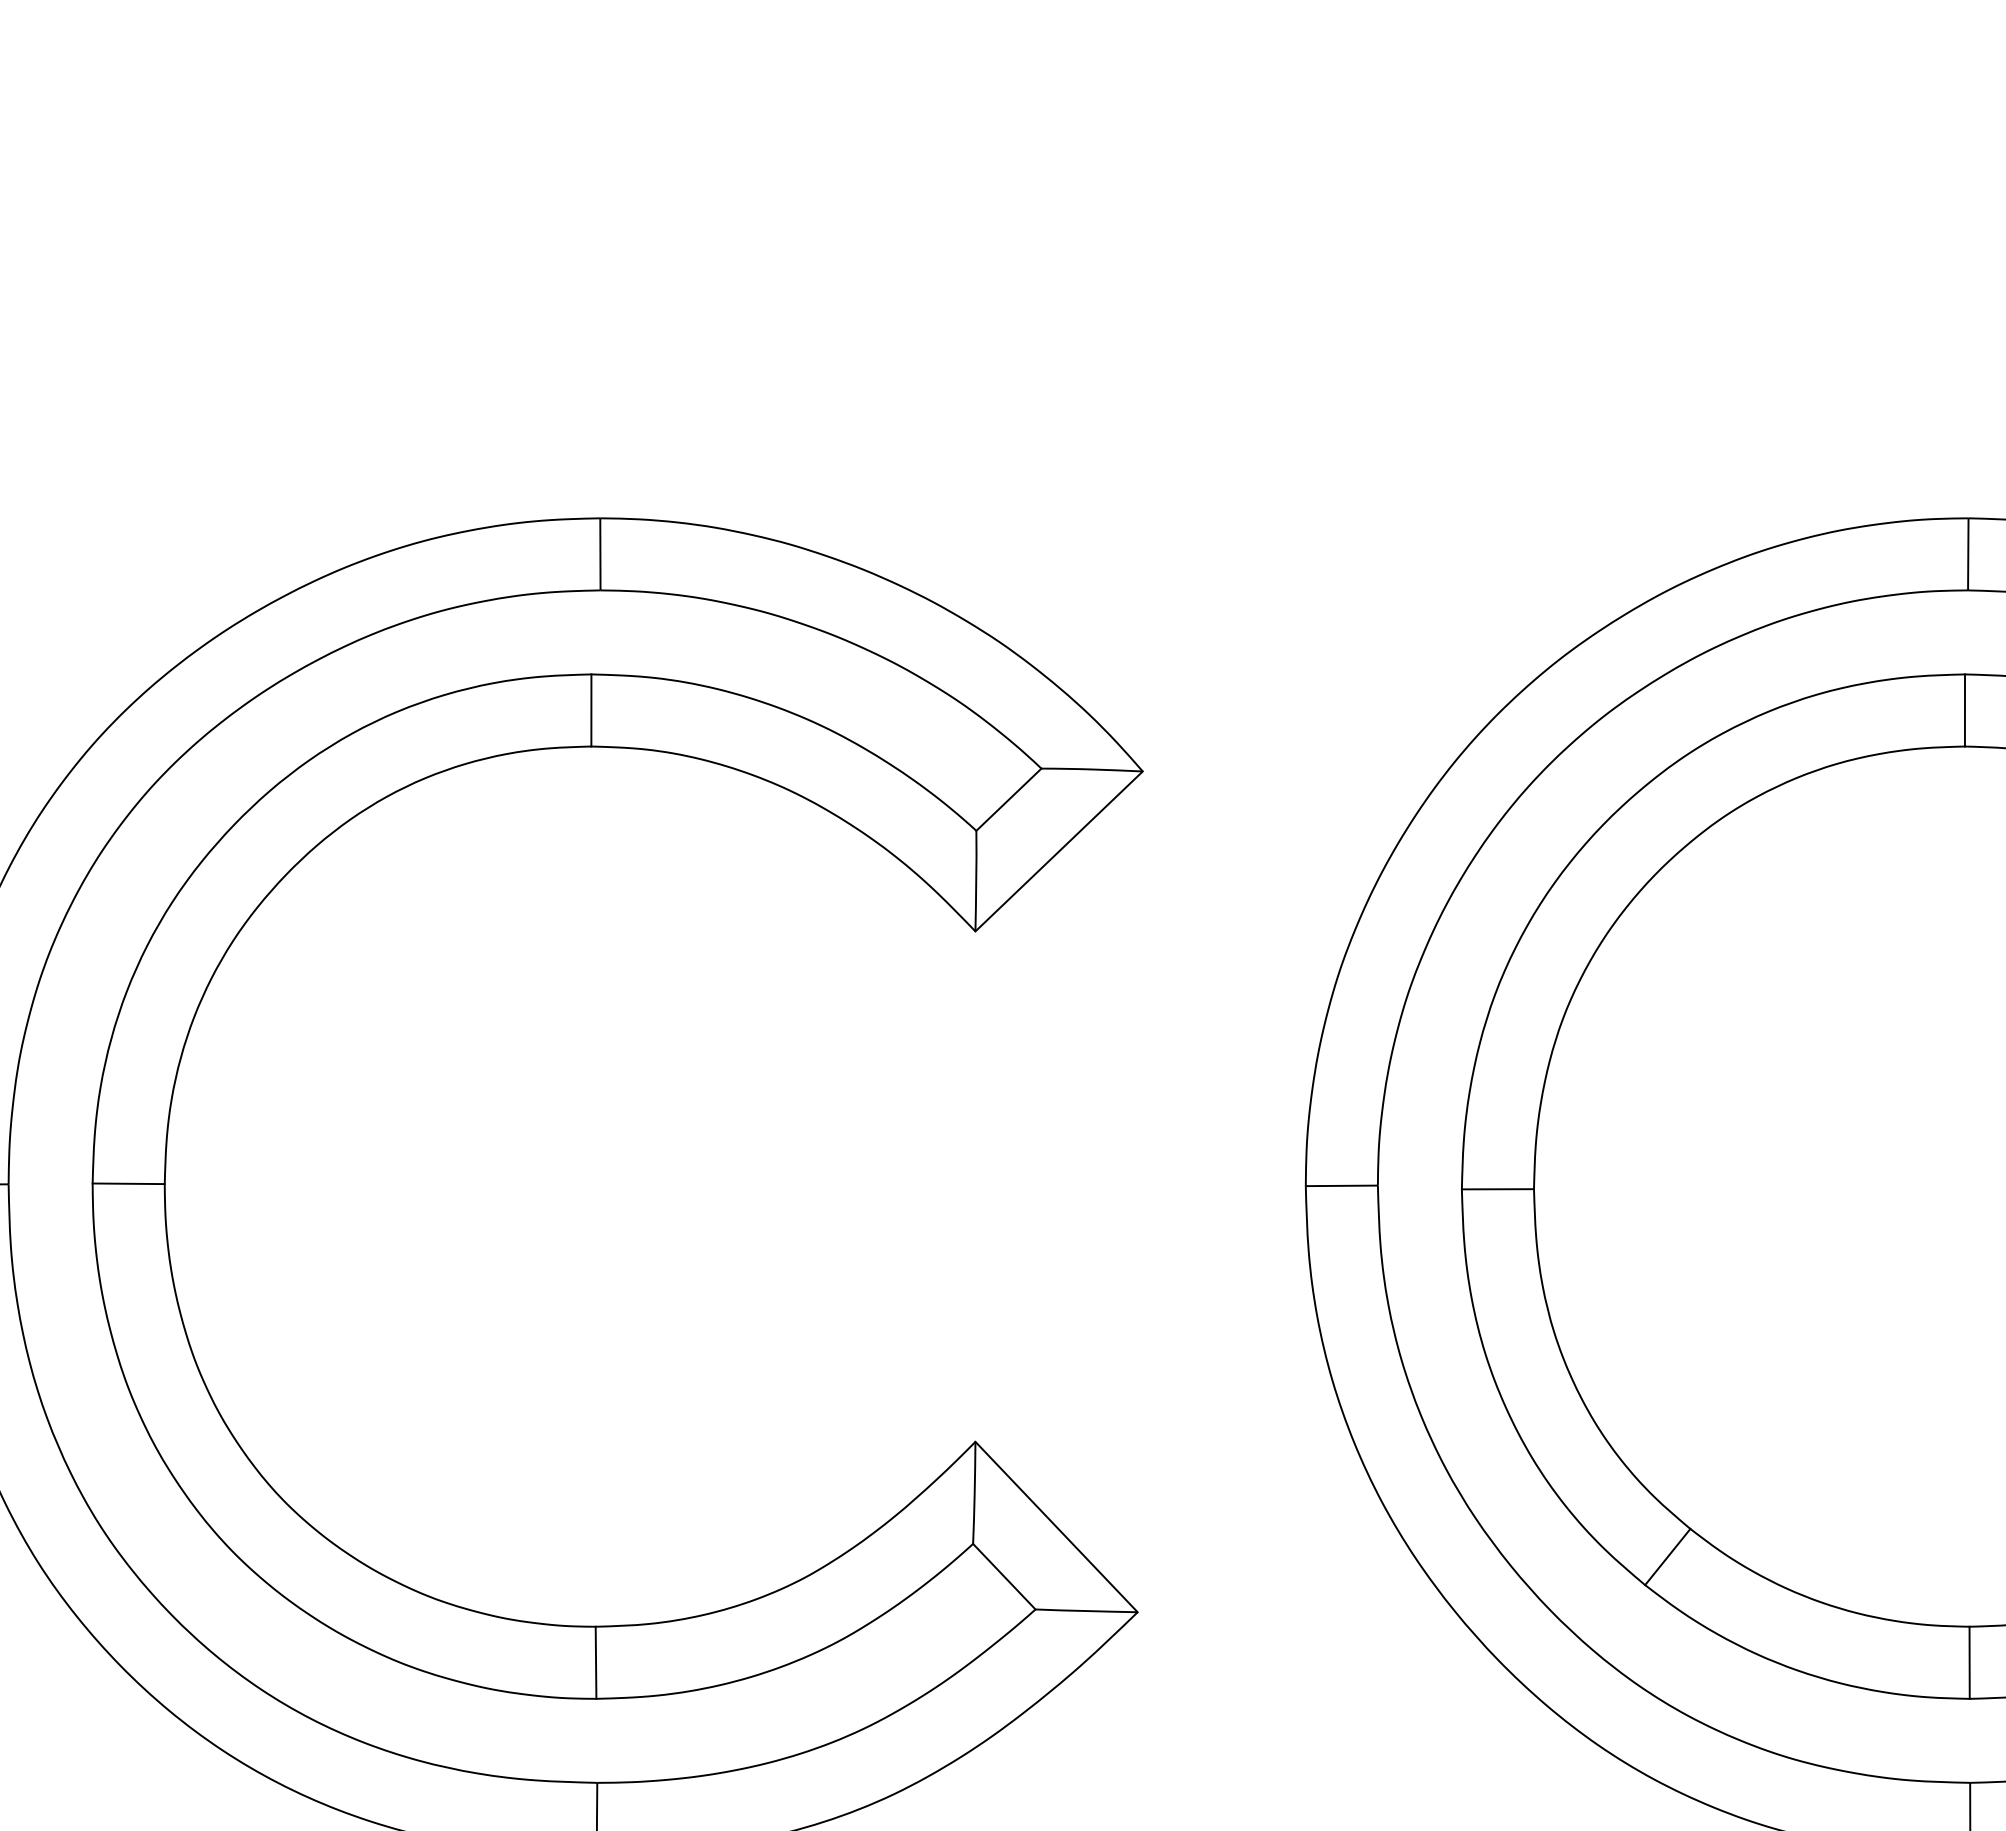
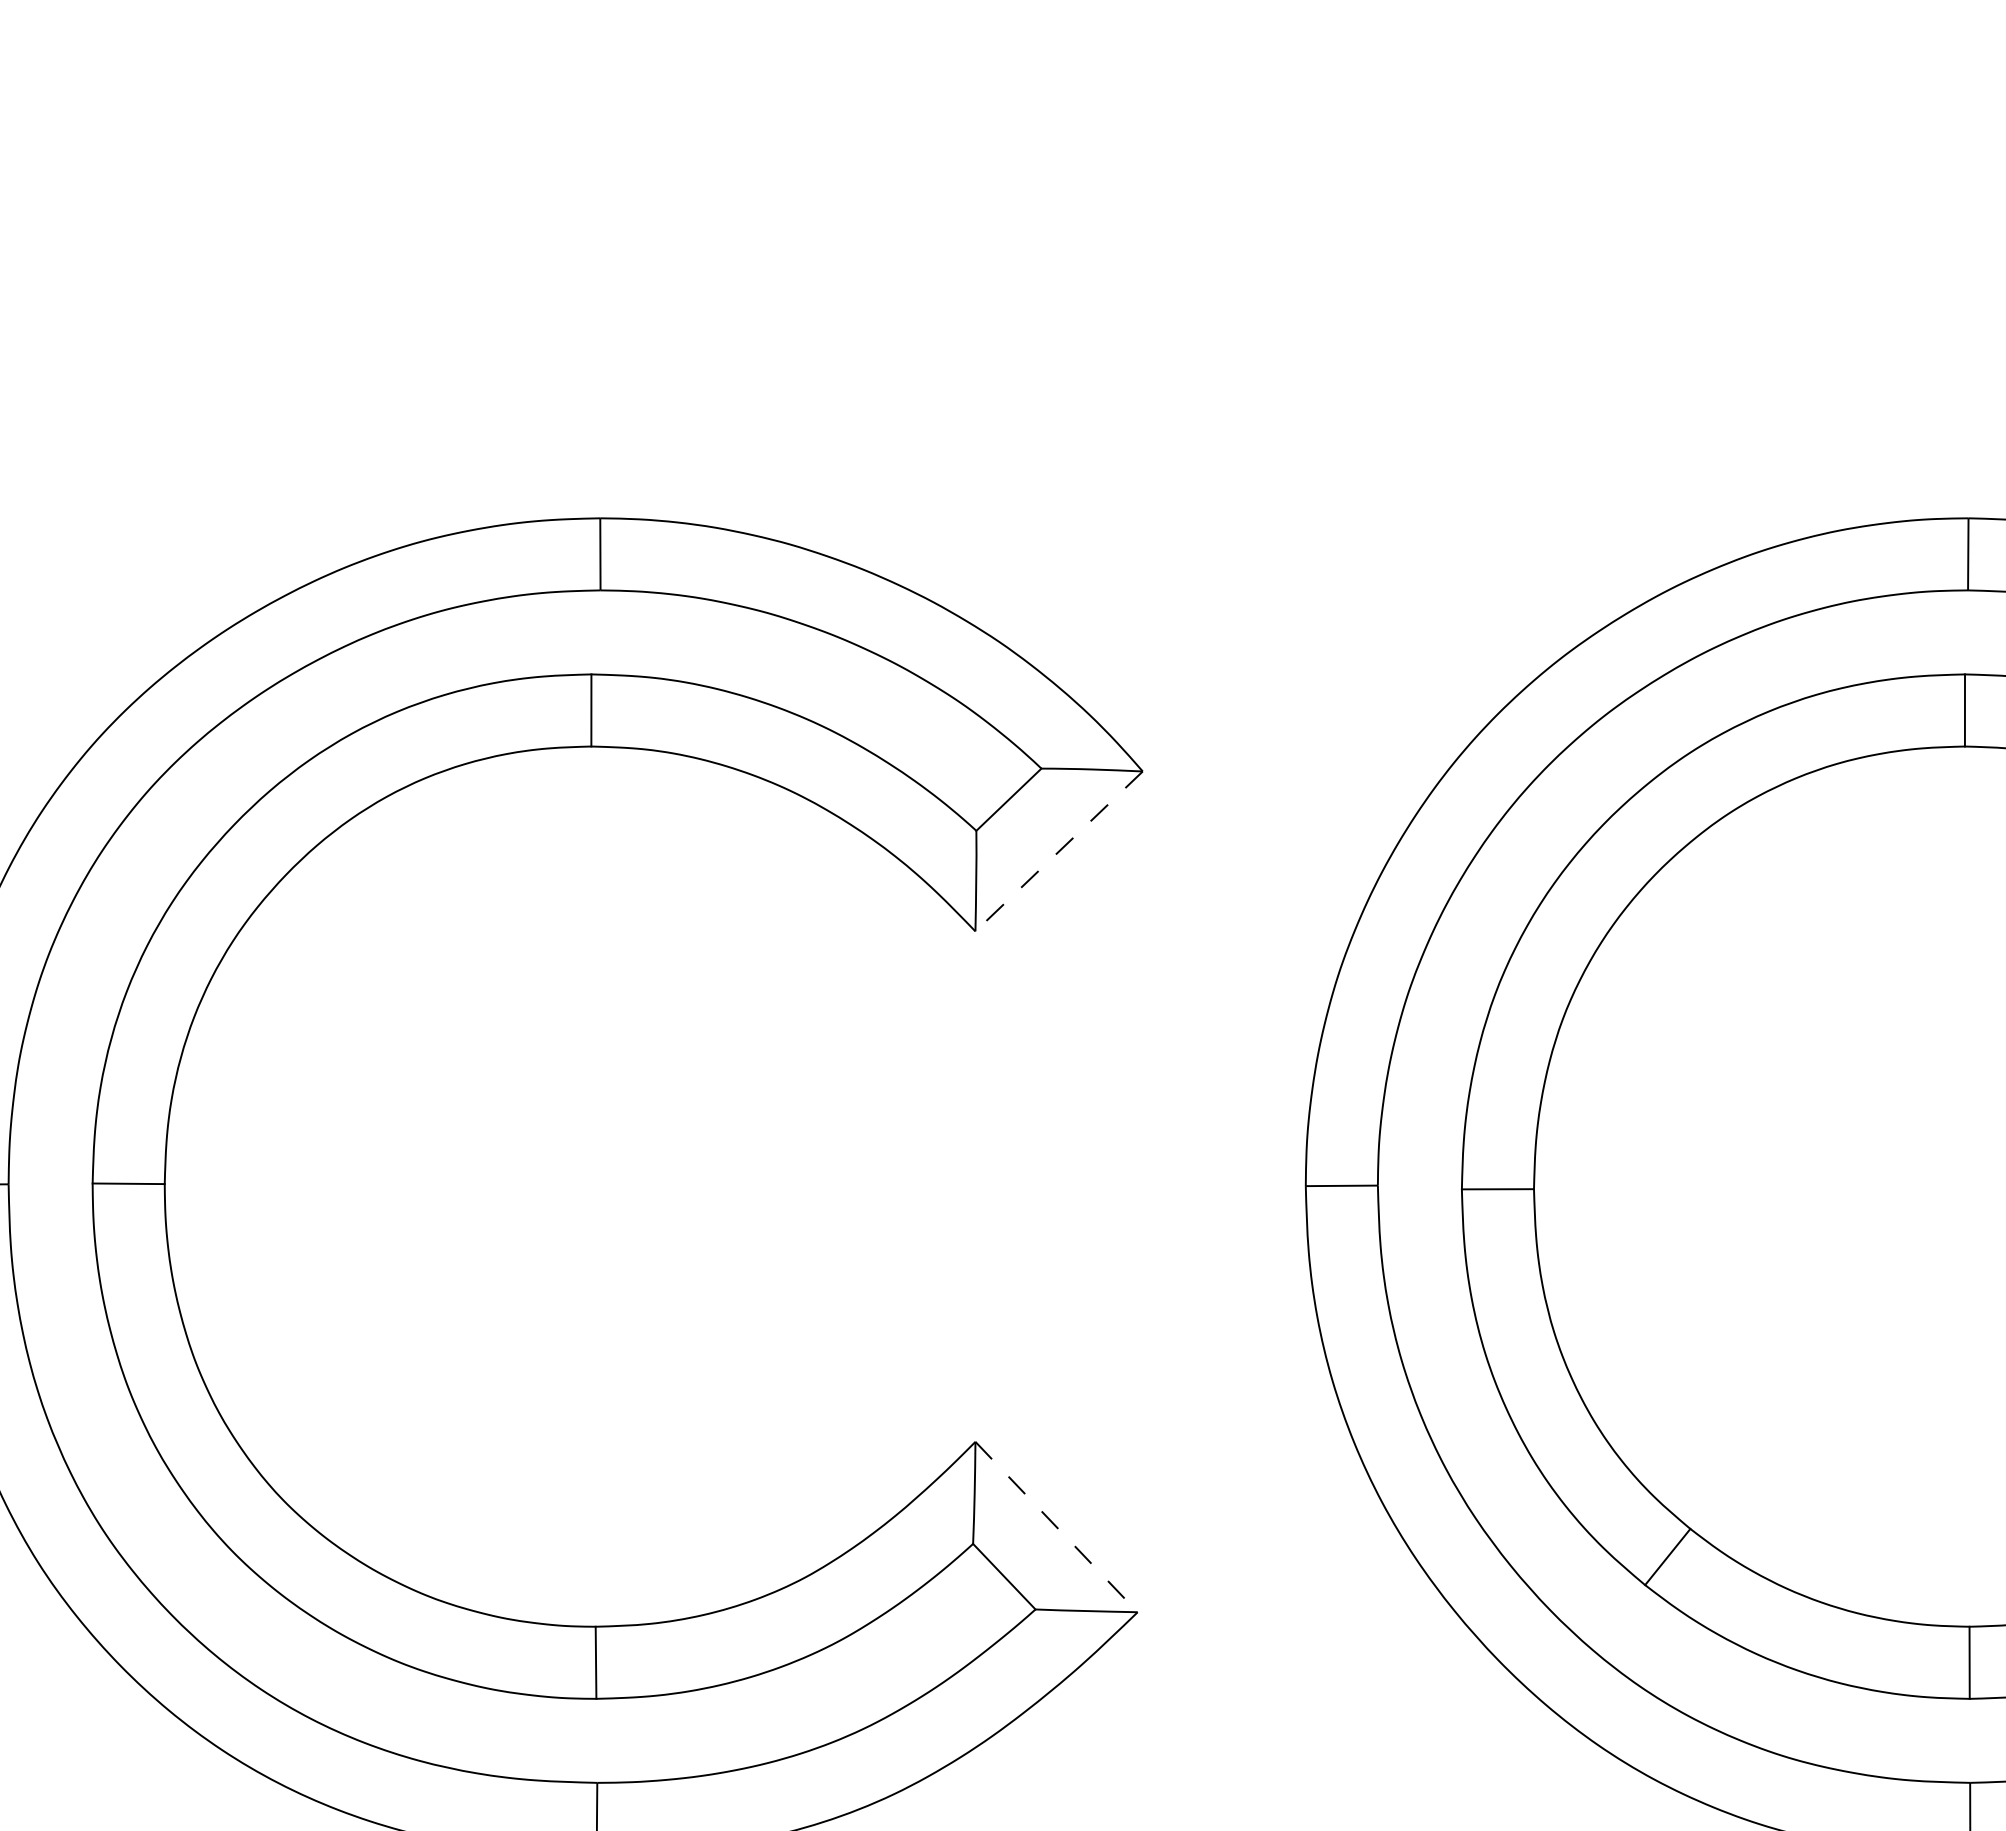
line at (1059, 851): solid -> dashed
line at (1056, 1527): solid -> dashed
